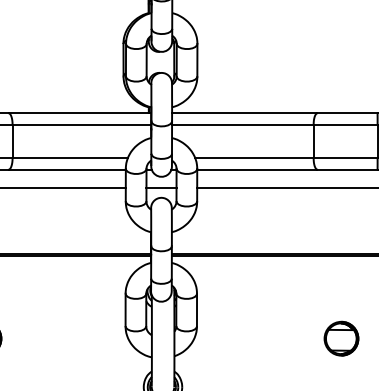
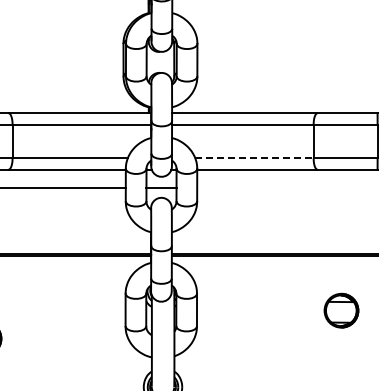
line at (254, 158): solid -> dashed
line at (286, 188): present -> none
part at (341, 338) position: (341, 338) -> (341, 310)
